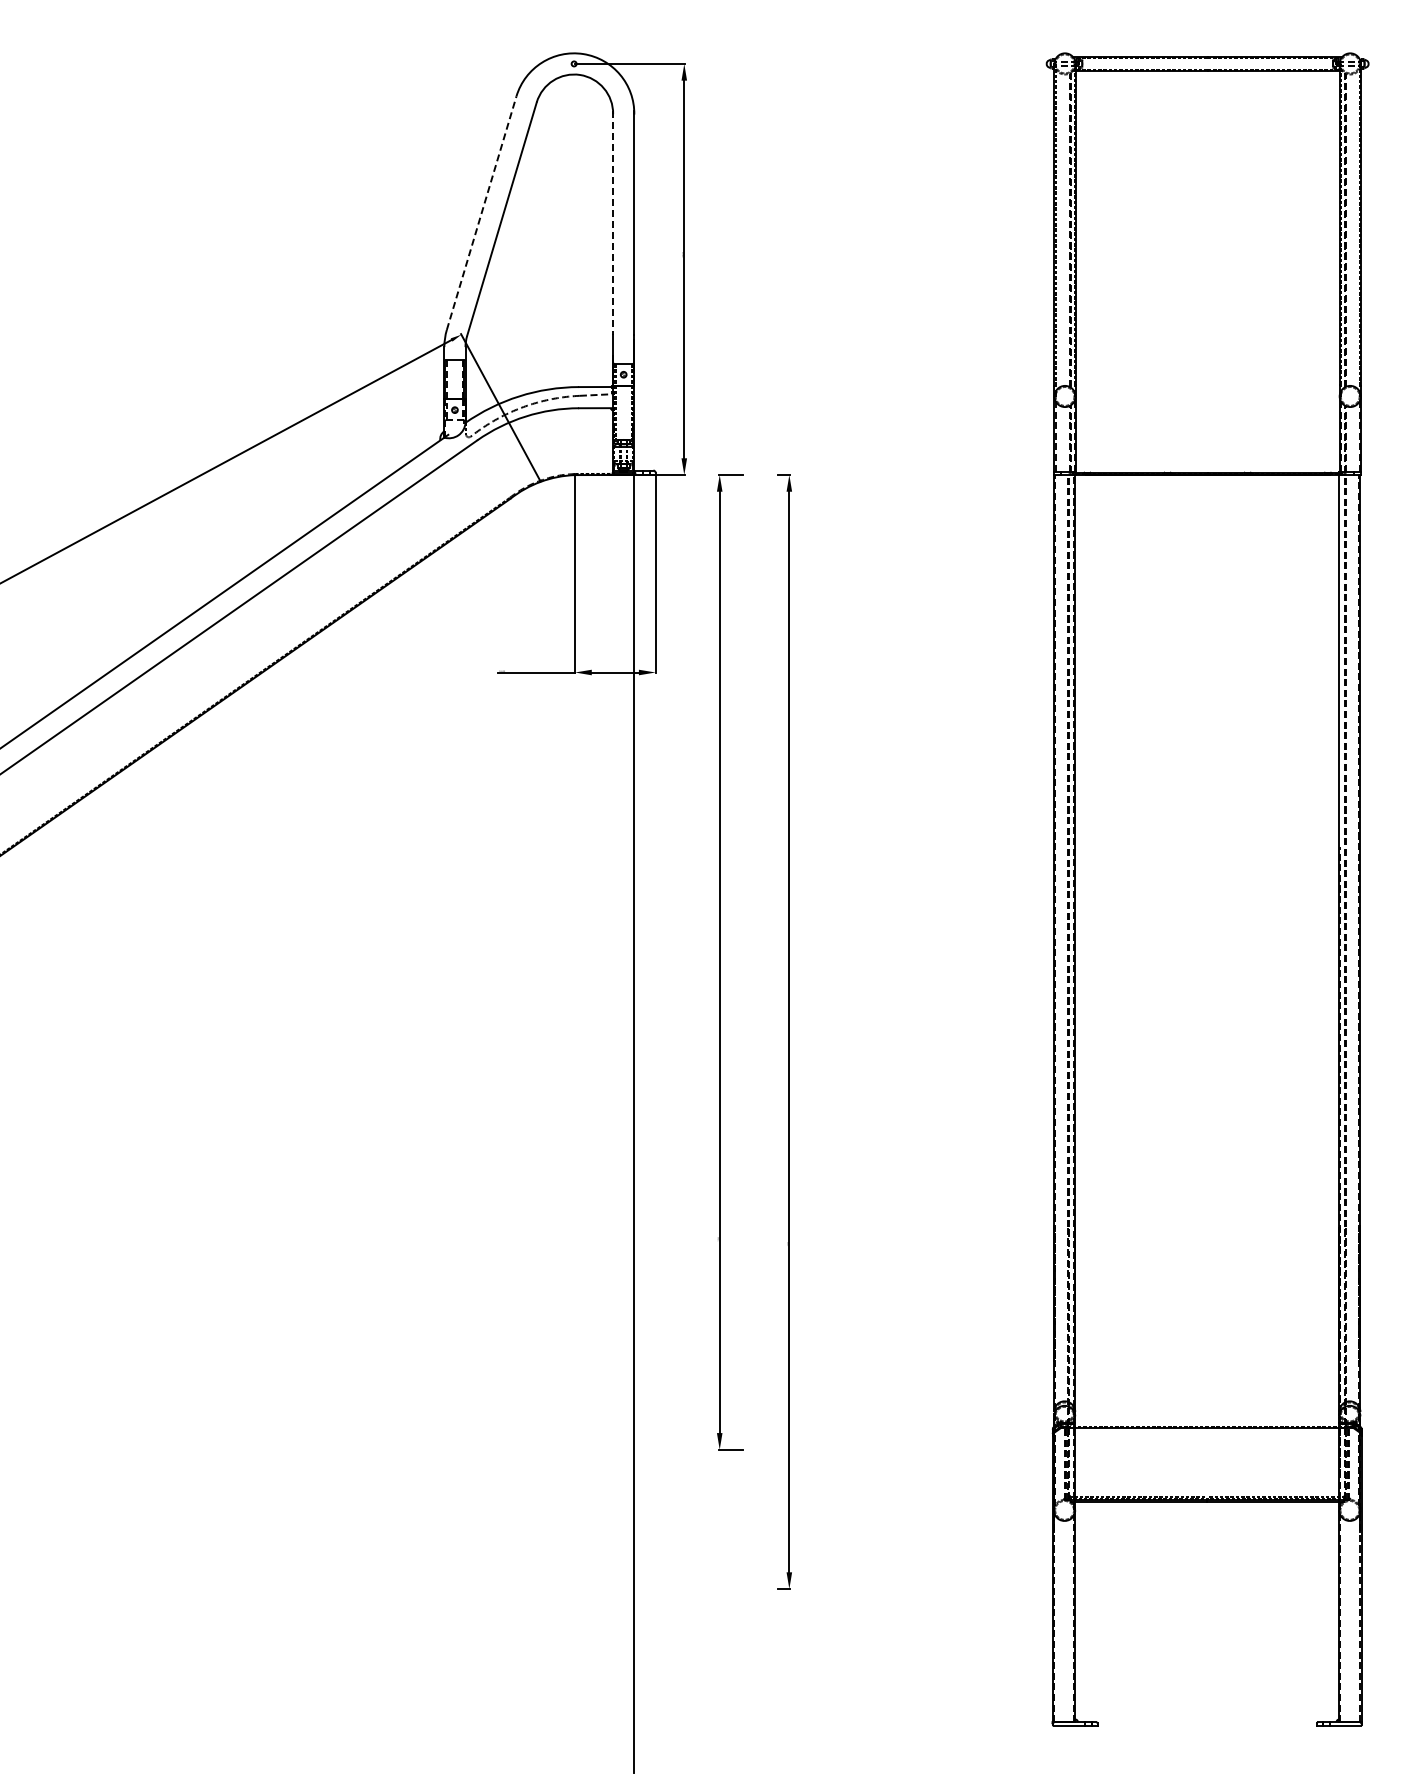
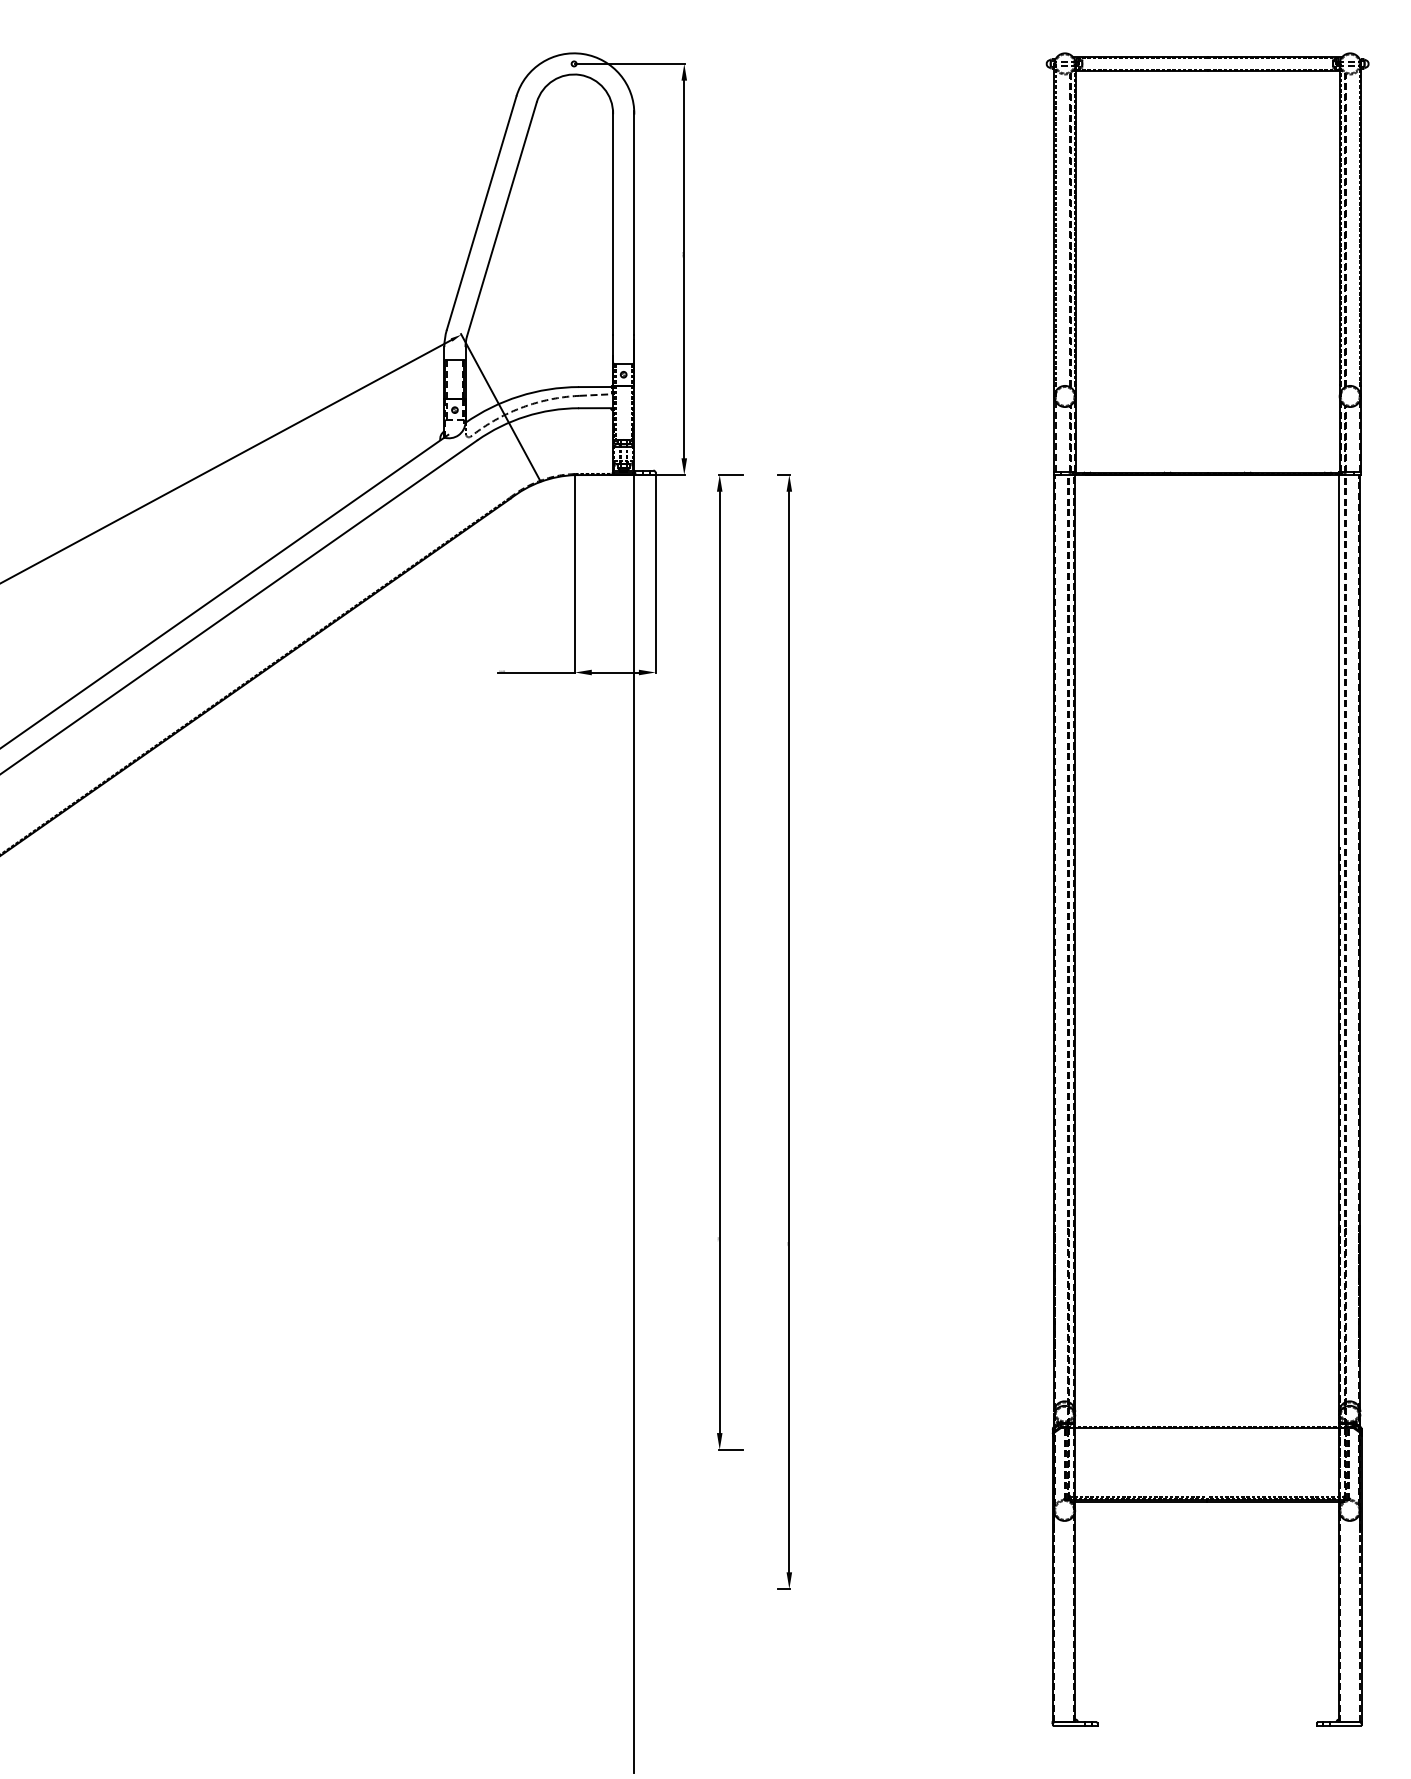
line at (481, 213): dashed -> solid
line at (613, 223): dashed -> solid
